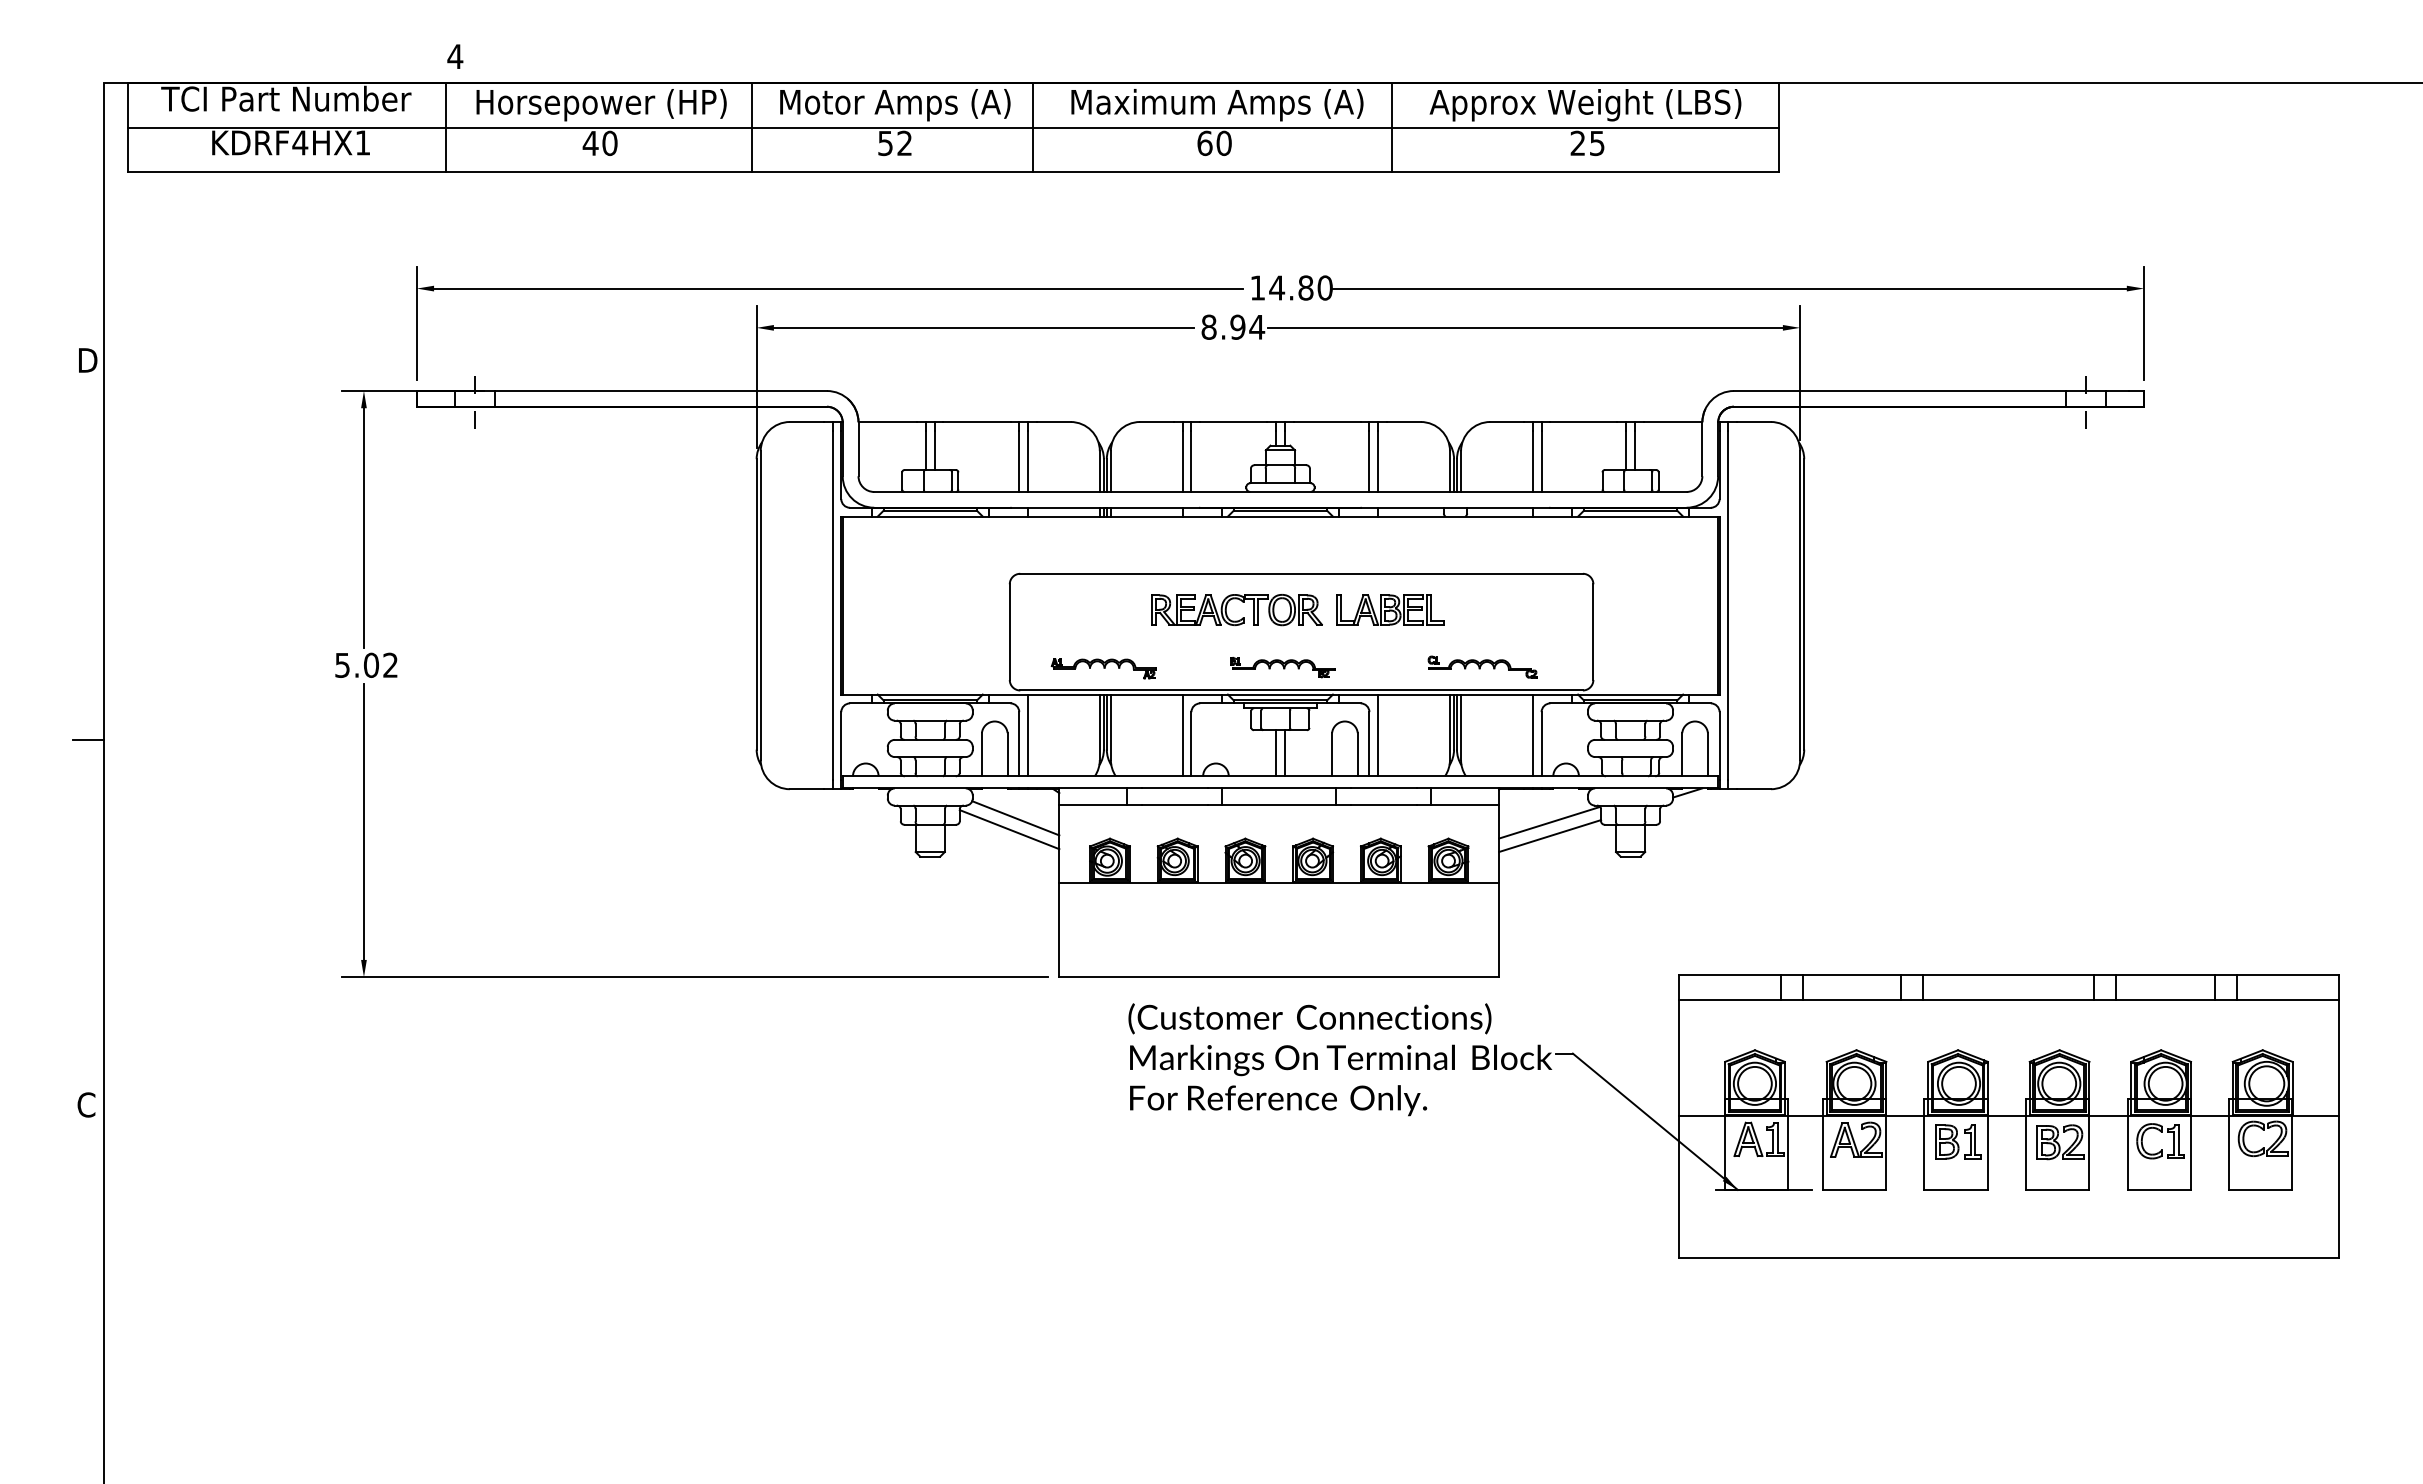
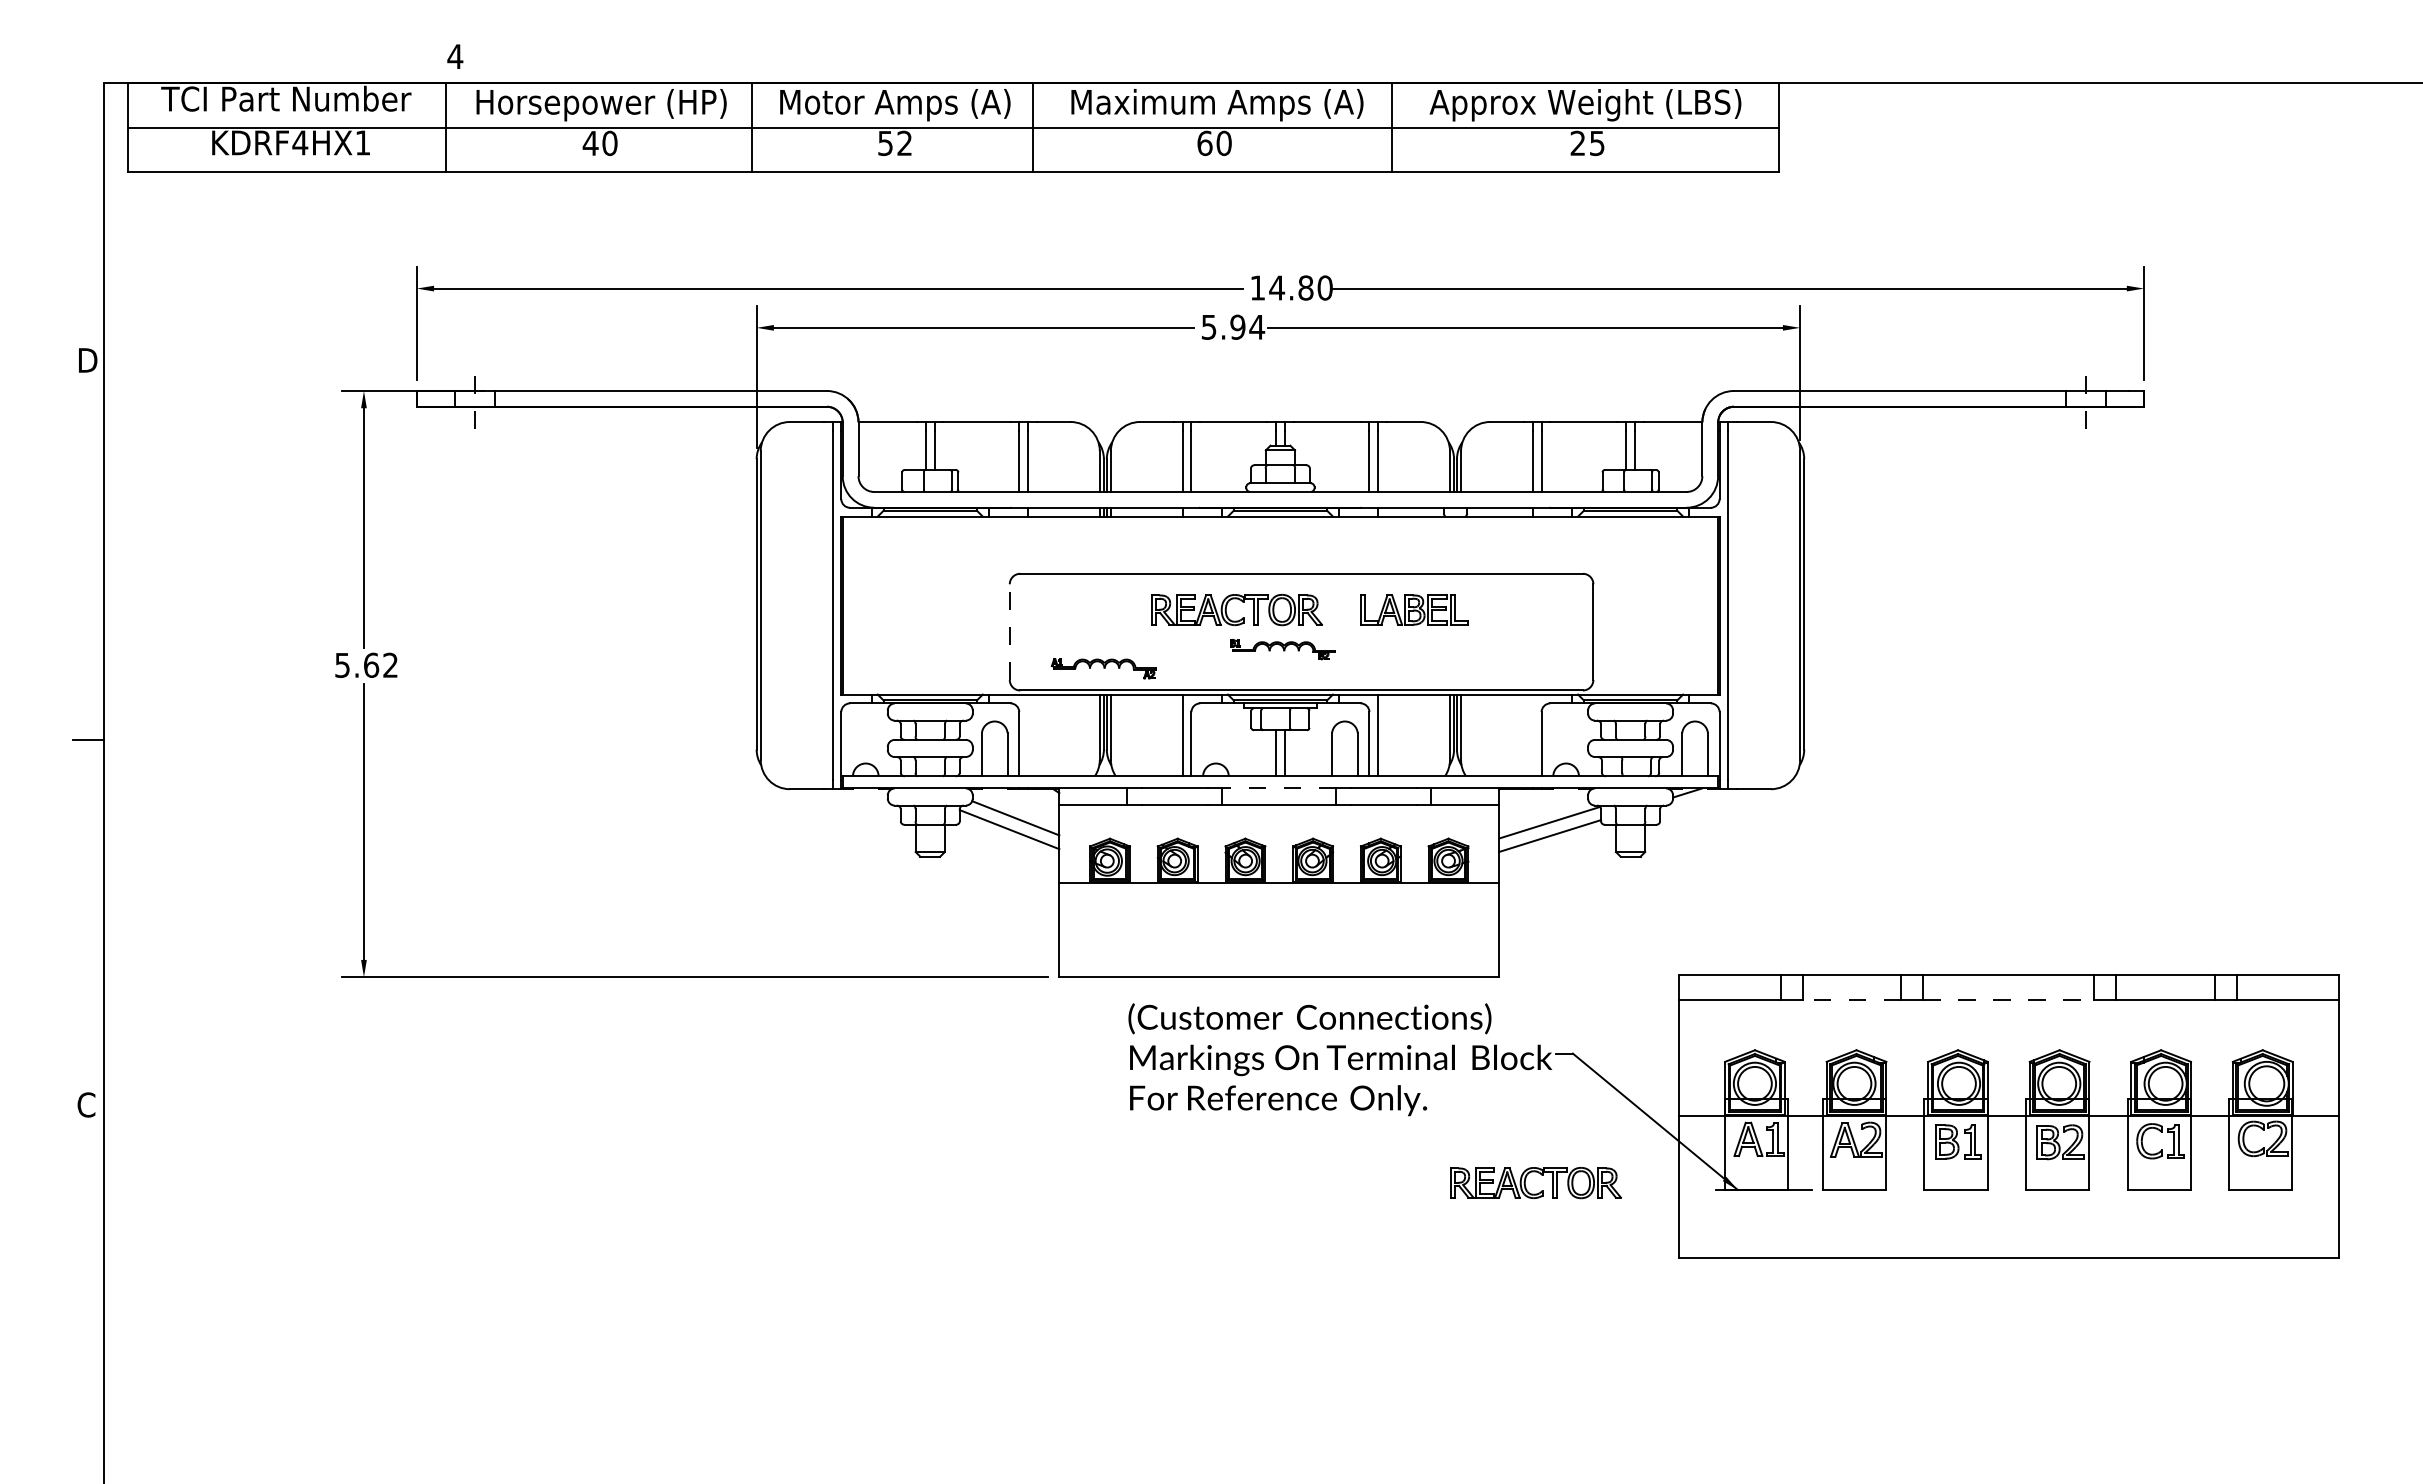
text at (1208, 326): 8.94 -> 5.94
part at (1390, 609) position: (1390, 609) -> (1414, 609)
line at (1009, 632): solid -> dashed
text at (371, 664): 5.02 -> 5.62
part at (1482, 666): present -> none
part at (1282, 667) position: (1282, 667) -> (1282, 649)
line at (1028, 735): present -> none
line at (1532, 735): present -> none
line at (1279, 788): solid -> dashed
line at (1851, 1000): solid -> dashed
line at (2009, 1000): solid -> dashed
part at (1541, 1190): none -> present
